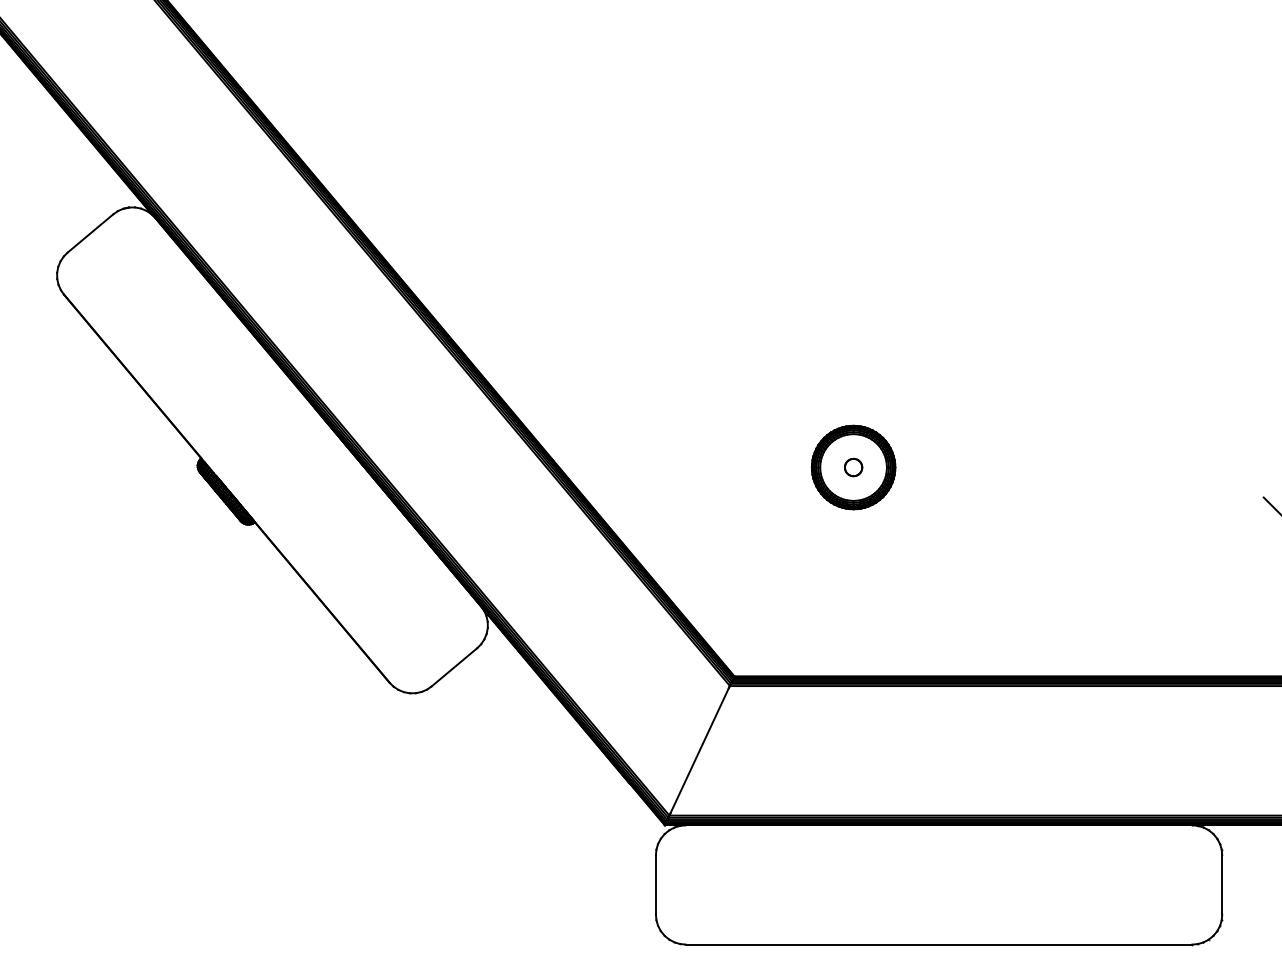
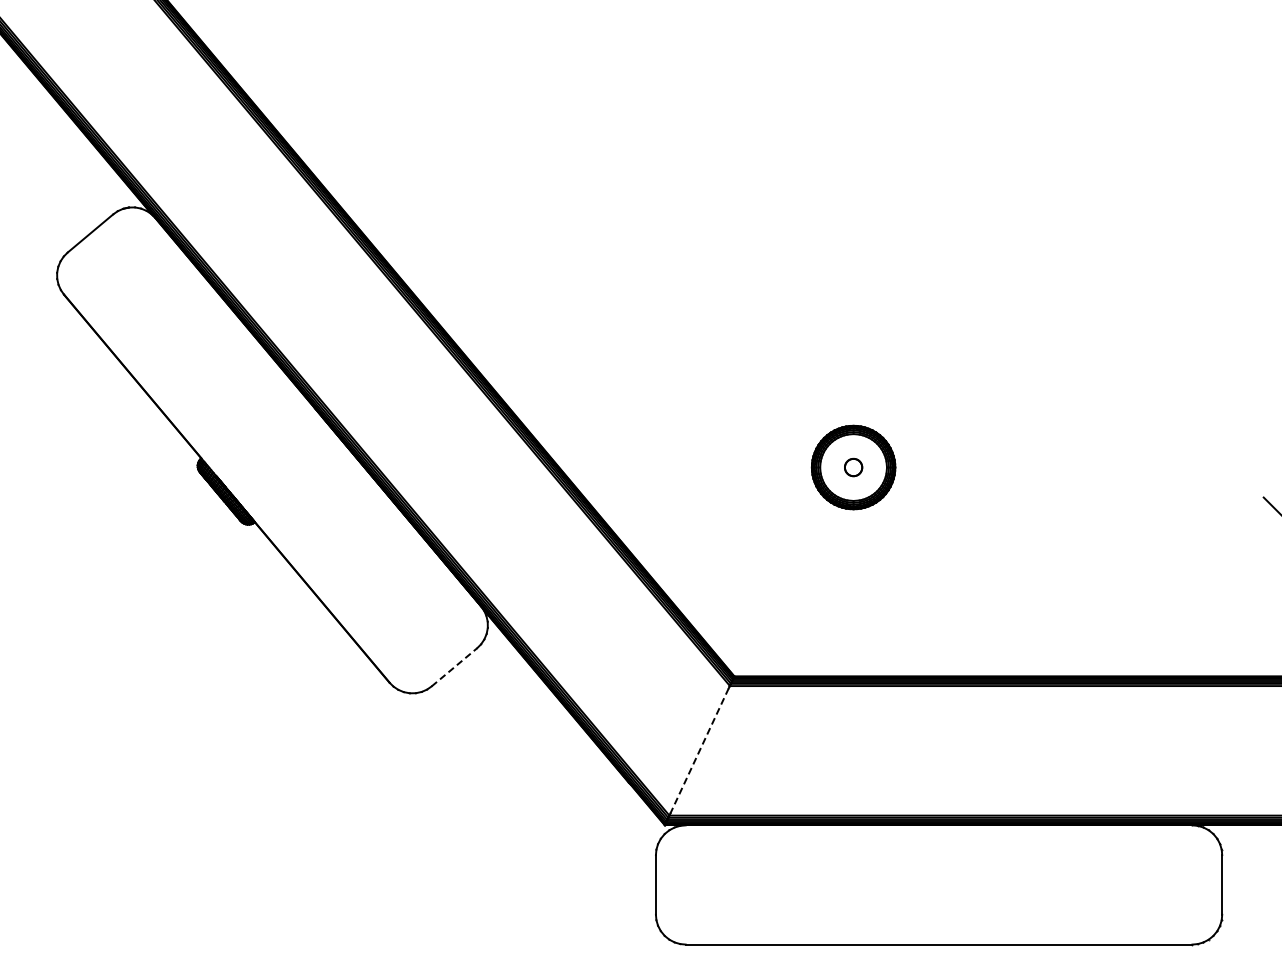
line at (454, 667): solid -> dashed
line at (699, 751): solid -> dashed
